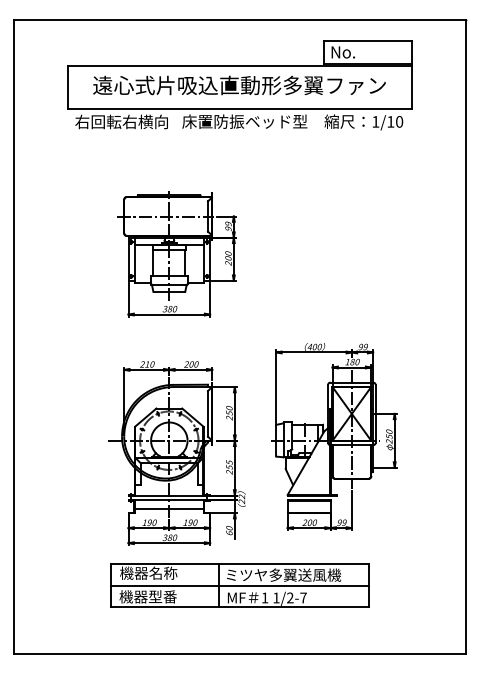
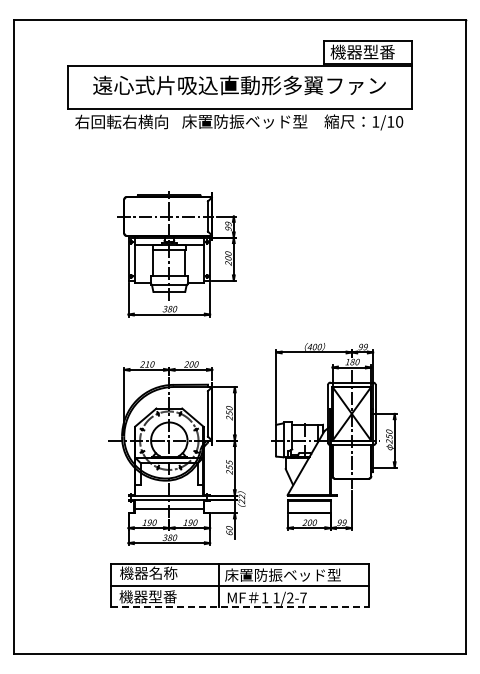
text at (362, 51): No. -> 機器型番
text at (283, 574): ミツヤ多翼送風機 -> 床置防振ベッド型
line at (239, 607): solid -> dashed
